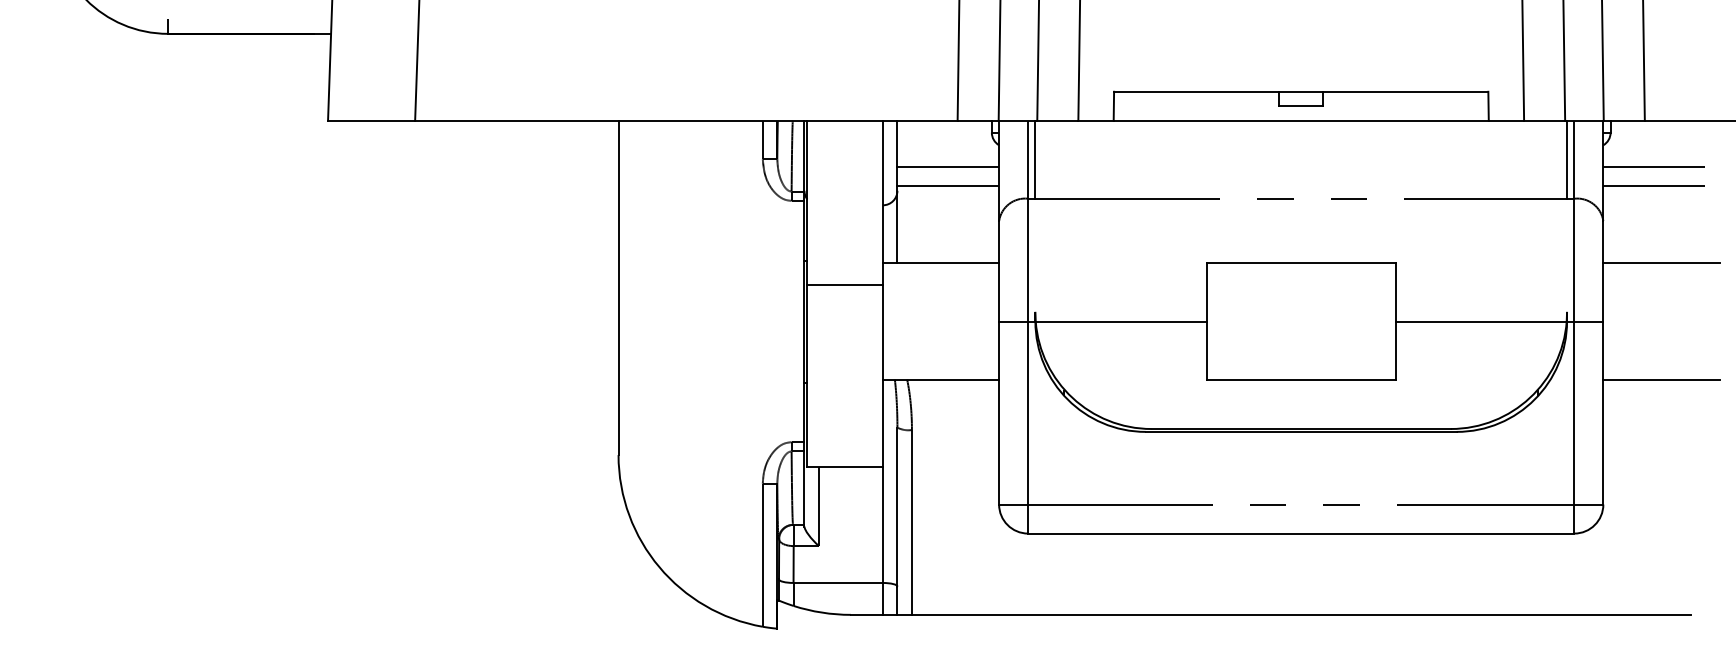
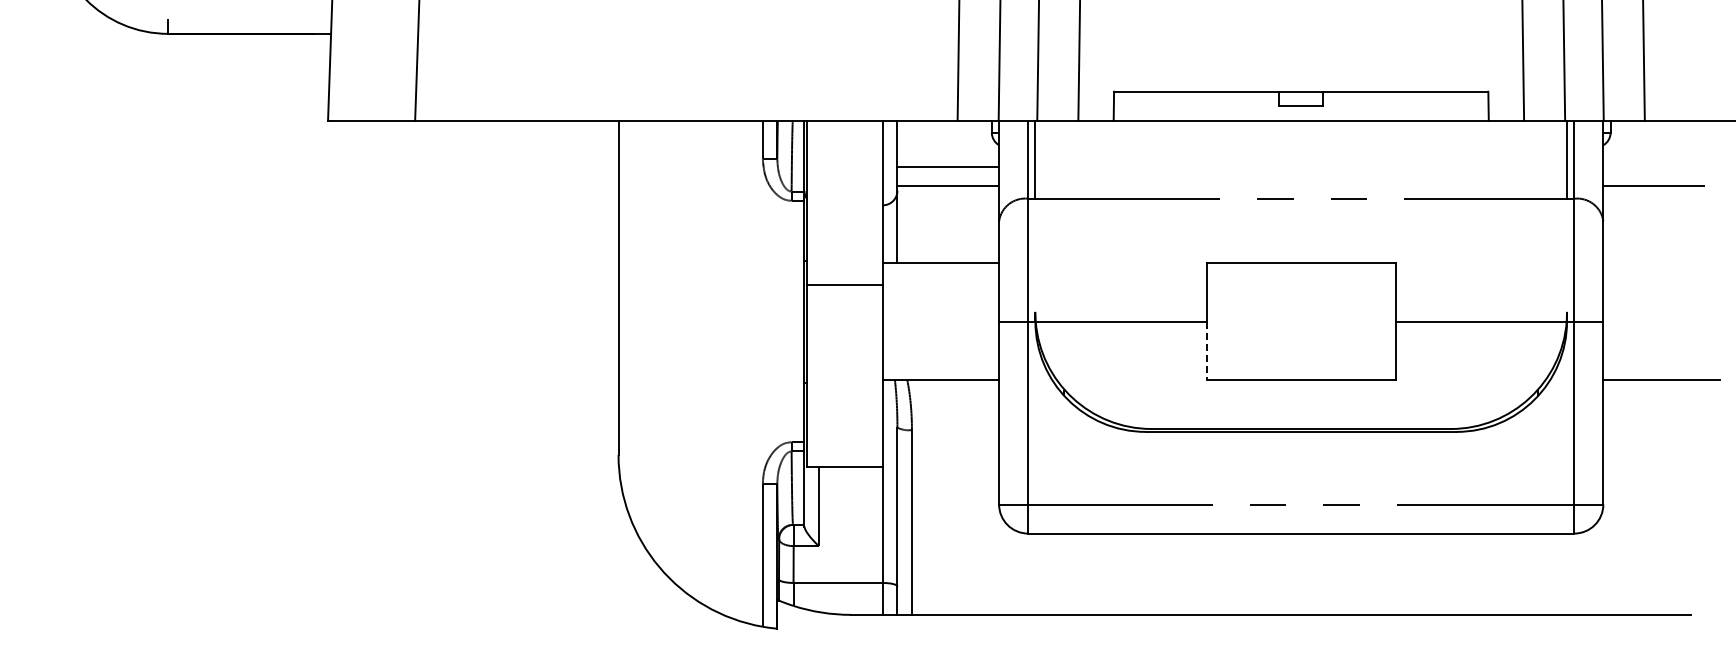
line at (1654, 166): present -> none
line at (1661, 263): present -> none
line at (1206, 351): solid -> dashed
